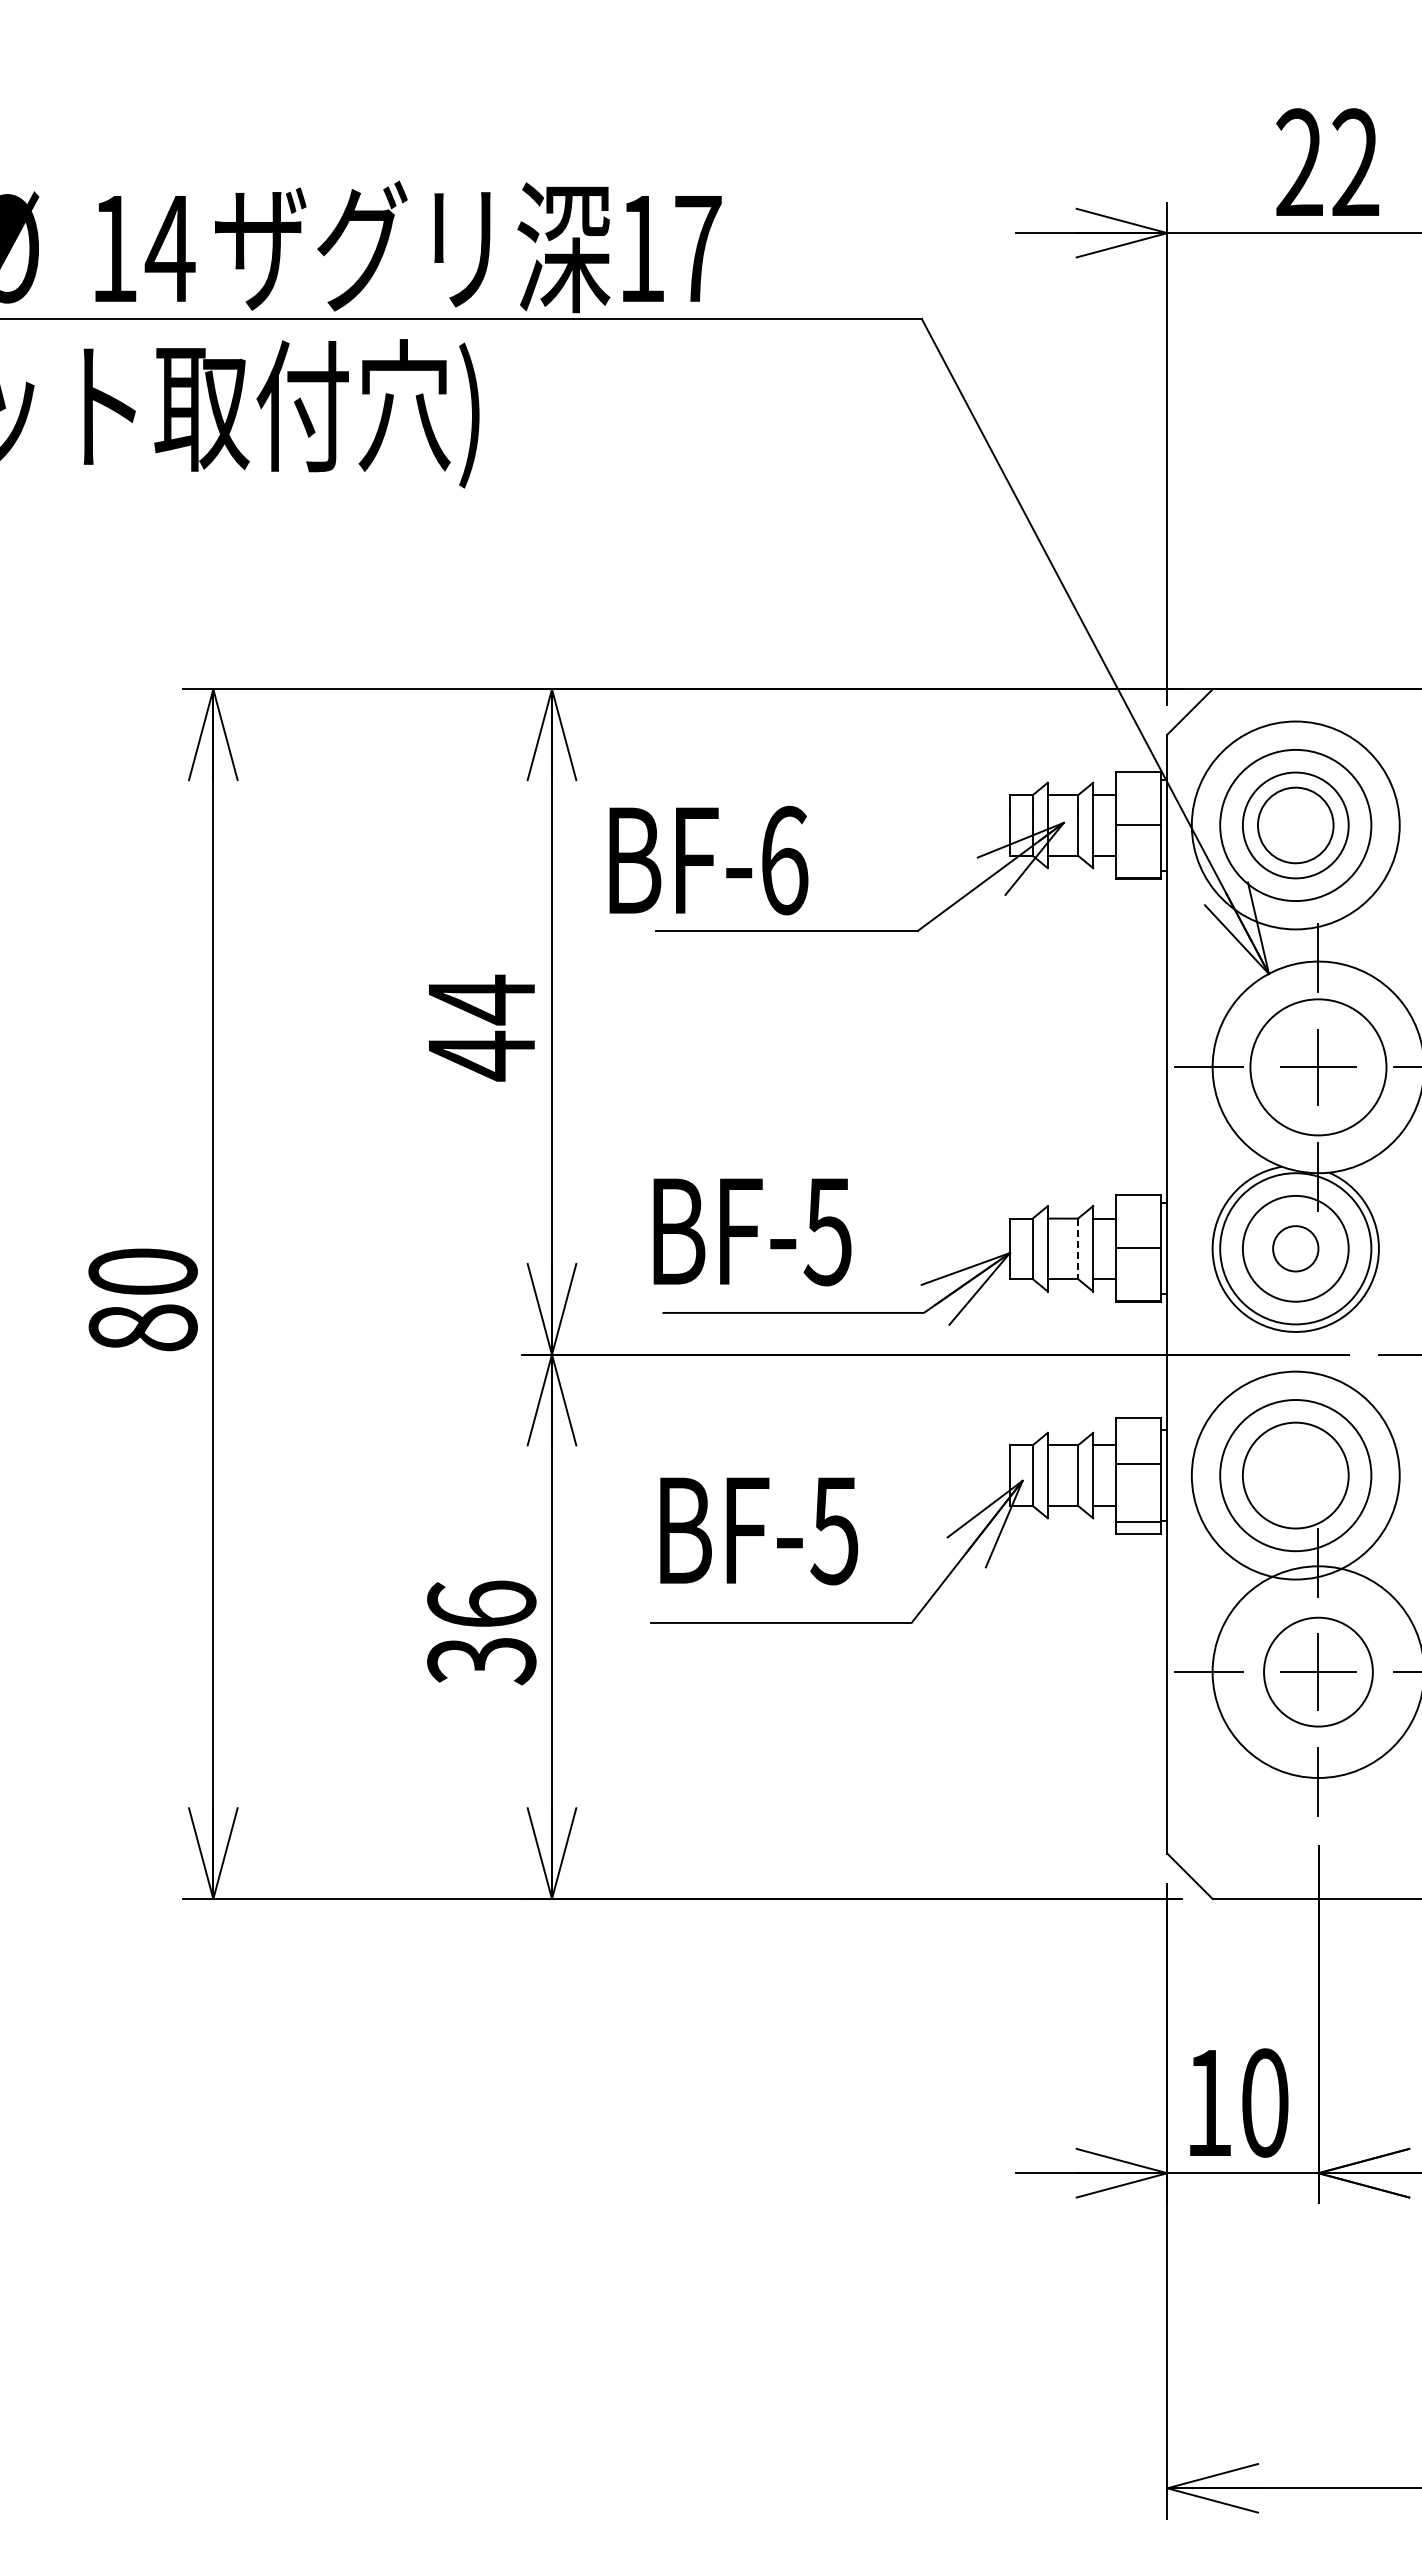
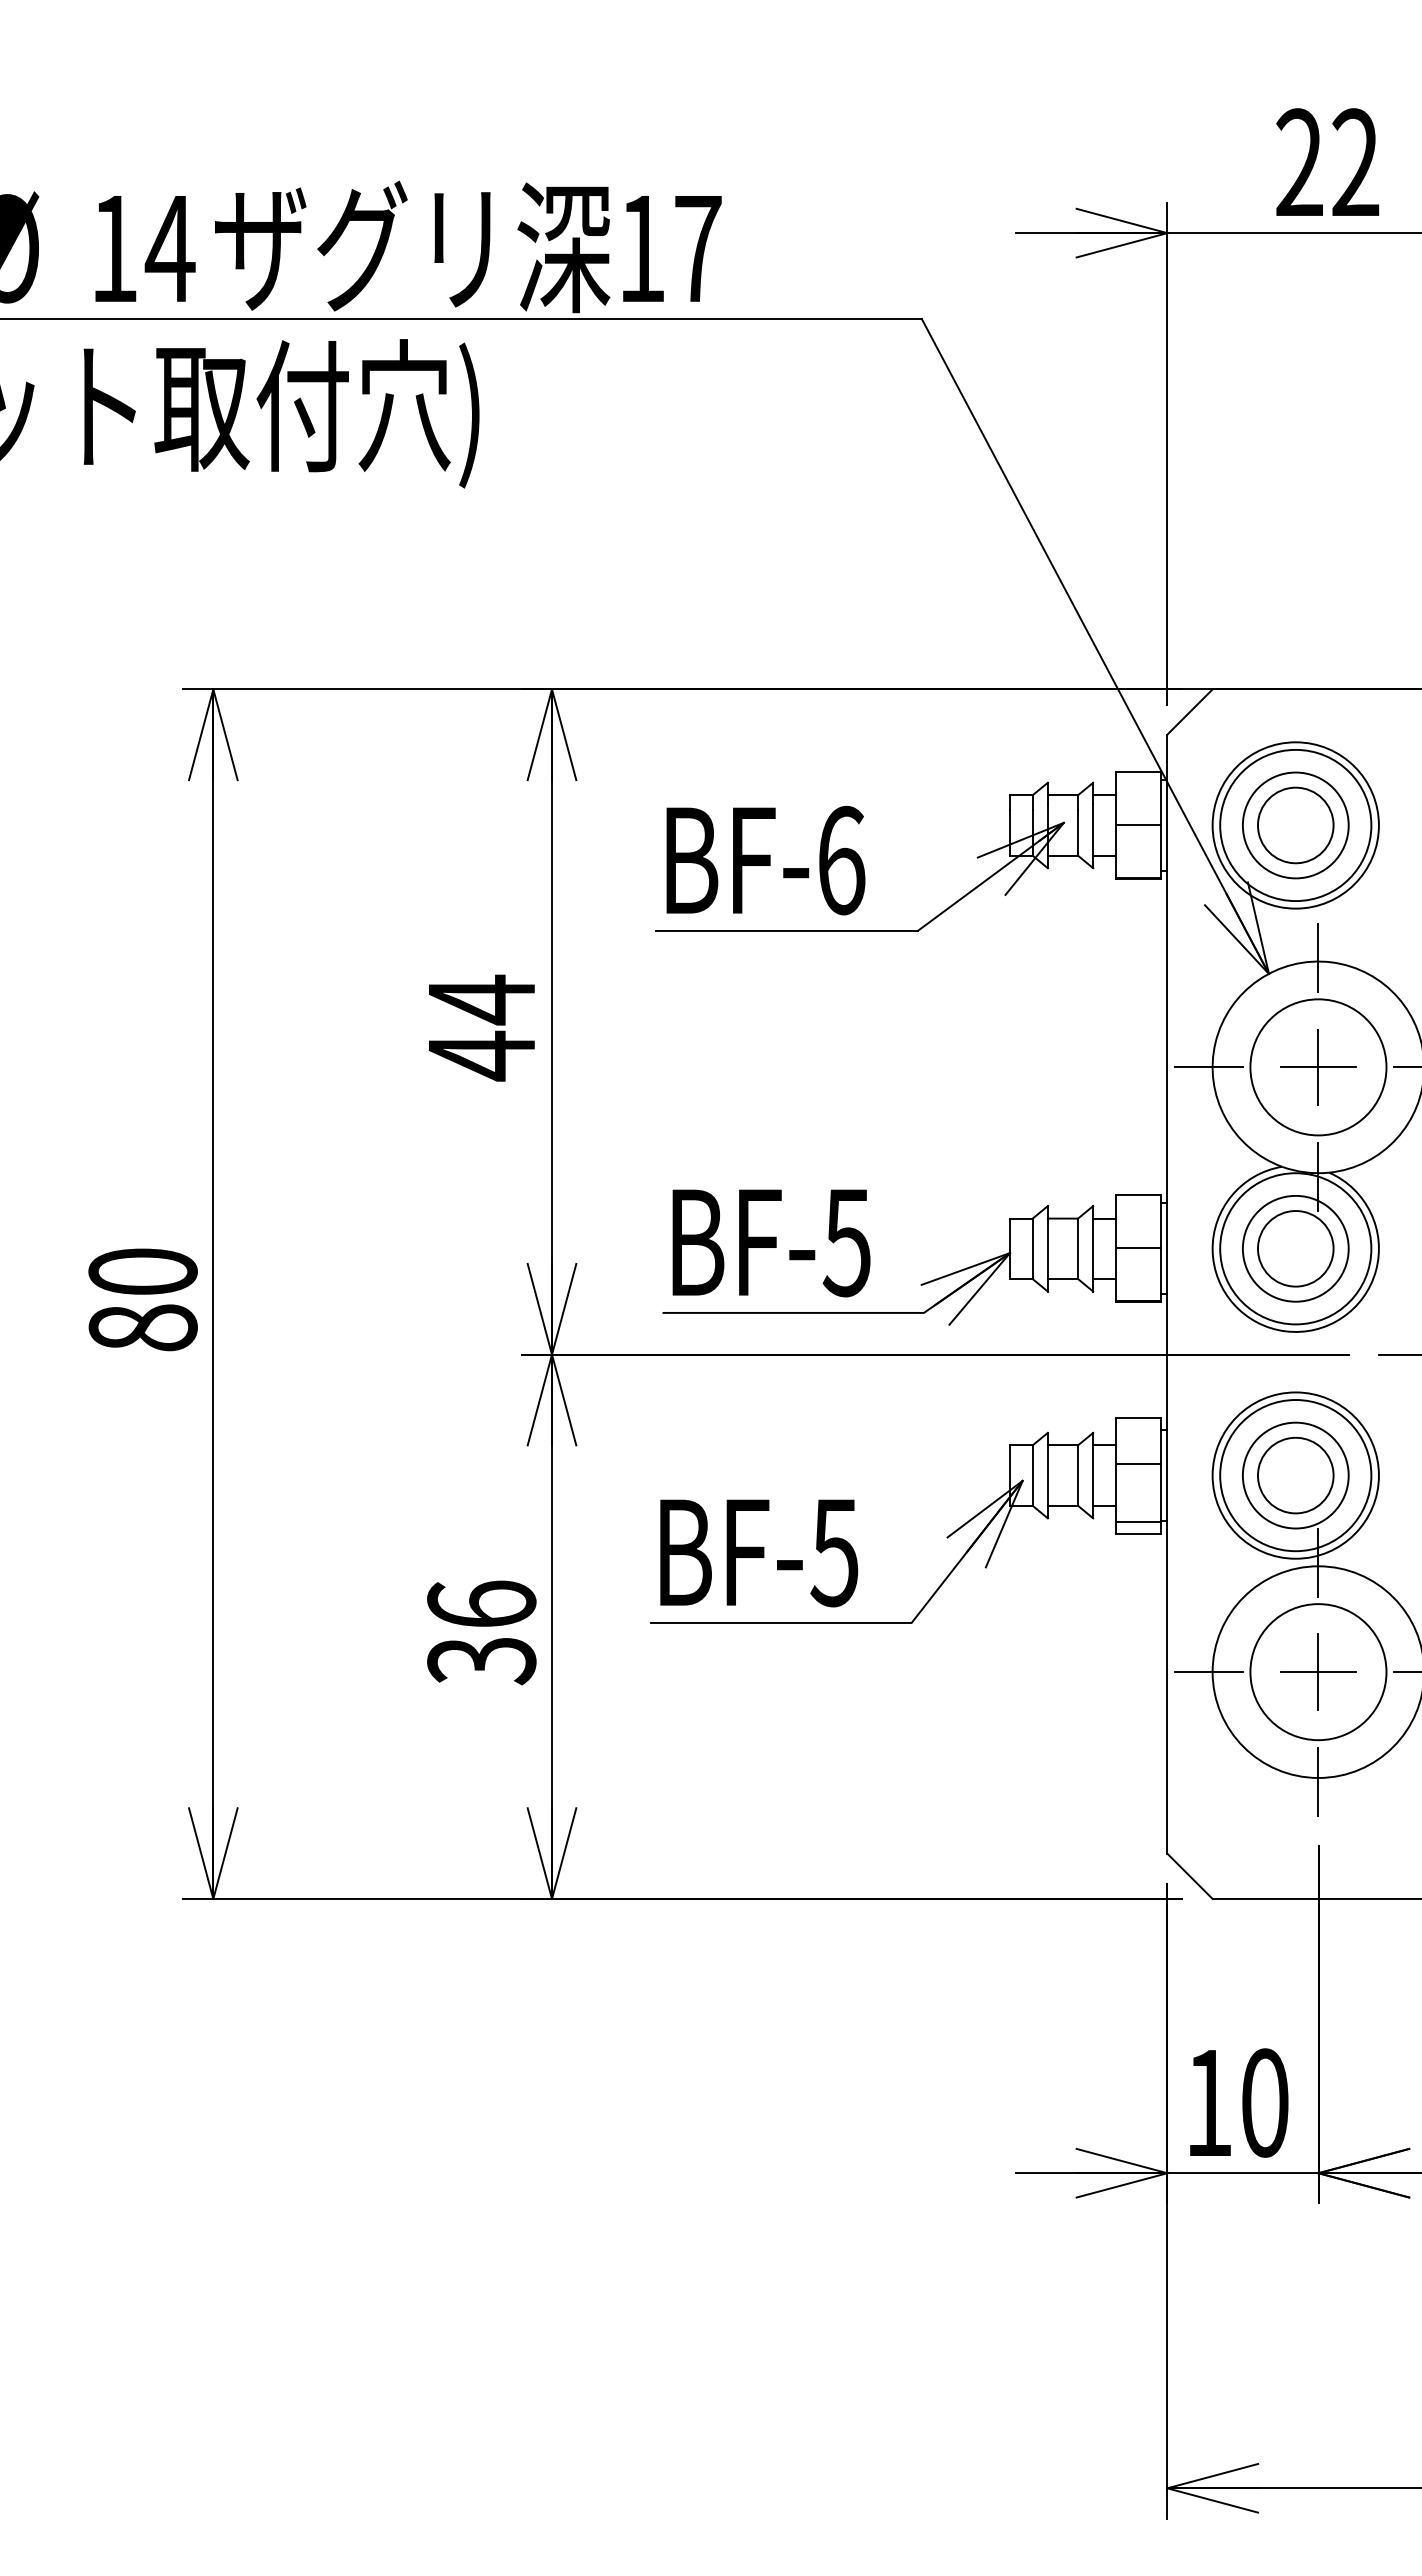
circle at (1295, 825) diameter: 208 px -> 166 px
text at (708, 860) position: (708, 860) -> (765, 860)
text at (752, 1232) position: (752, 1232) -> (771, 1243)
circle at (1295, 1248) diameter: 45 px -> 76 px
line at (1078, 1249): dashed -> solid
circle at (1295, 1475) diameter: 208 px -> 166 px
circle at (1295, 1475): none -> present
text at (759, 1531) position: (759, 1531) -> (759, 1553)
circle at (1318, 1671) diameter: 109 px -> 136 px
